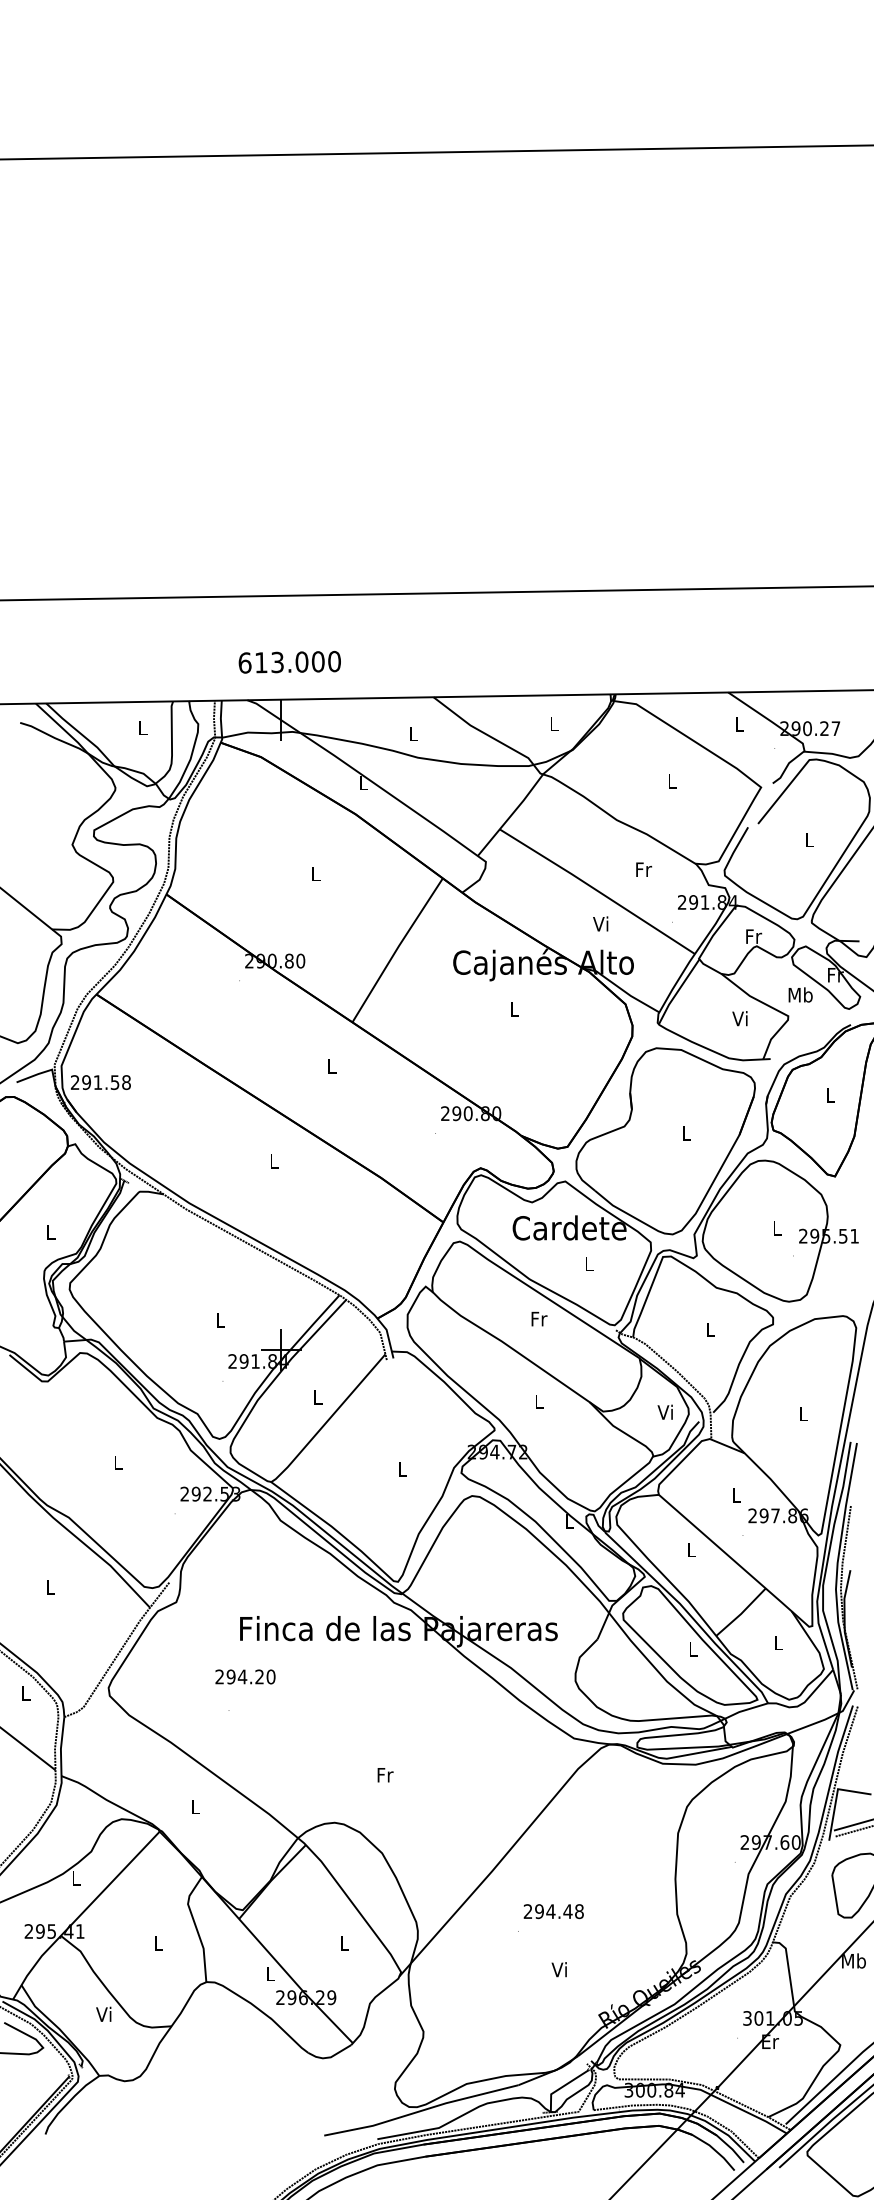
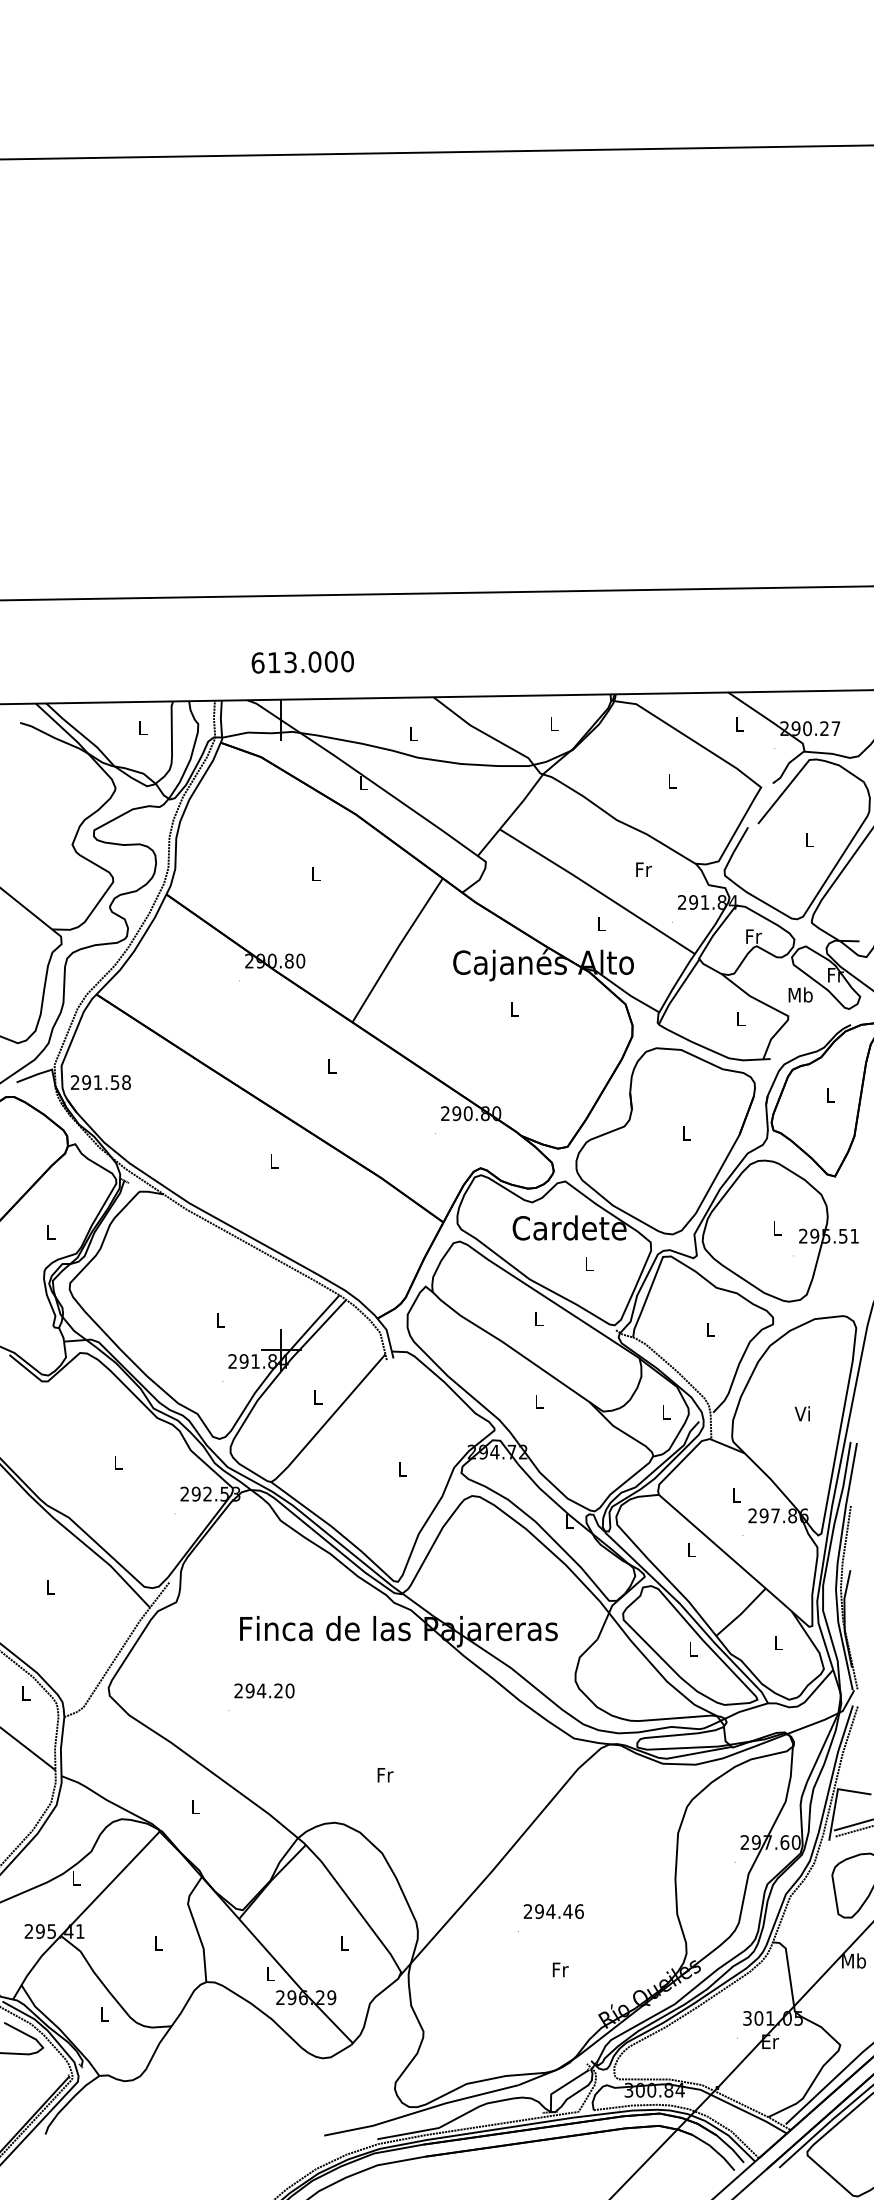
text at (289, 661) position: (289, 661) -> (302, 661)
text at (600, 923): Vi -> L
text at (739, 1018): Vi -> L
text at (539, 1318): Fr -> L
text at (664, 1411): Vi -> L
text at (801, 1413): L -> Vi
text at (245, 1676) position: (245, 1676) -> (264, 1690)
text at (579, 1911): 294.48 -> 294.46
text at (559, 1969): Vi -> Fr
text at (103, 2013): Vi -> L
